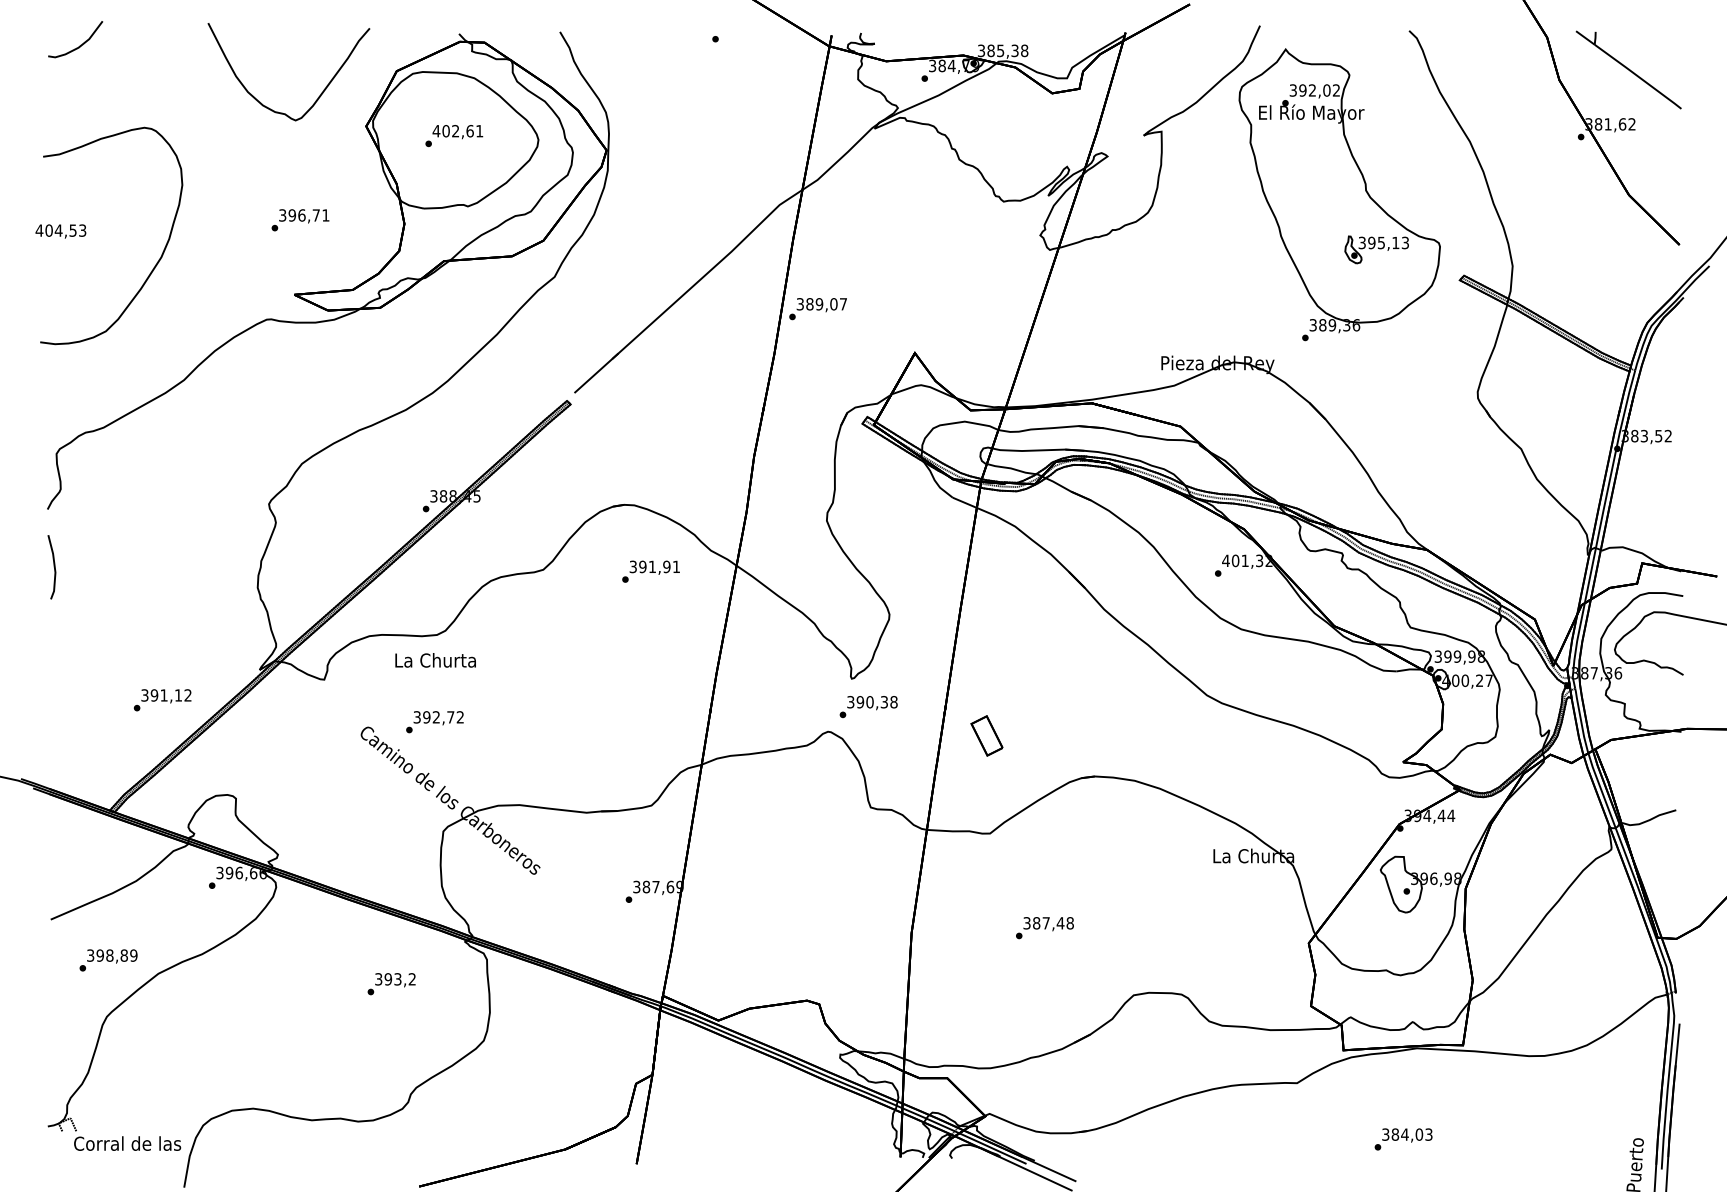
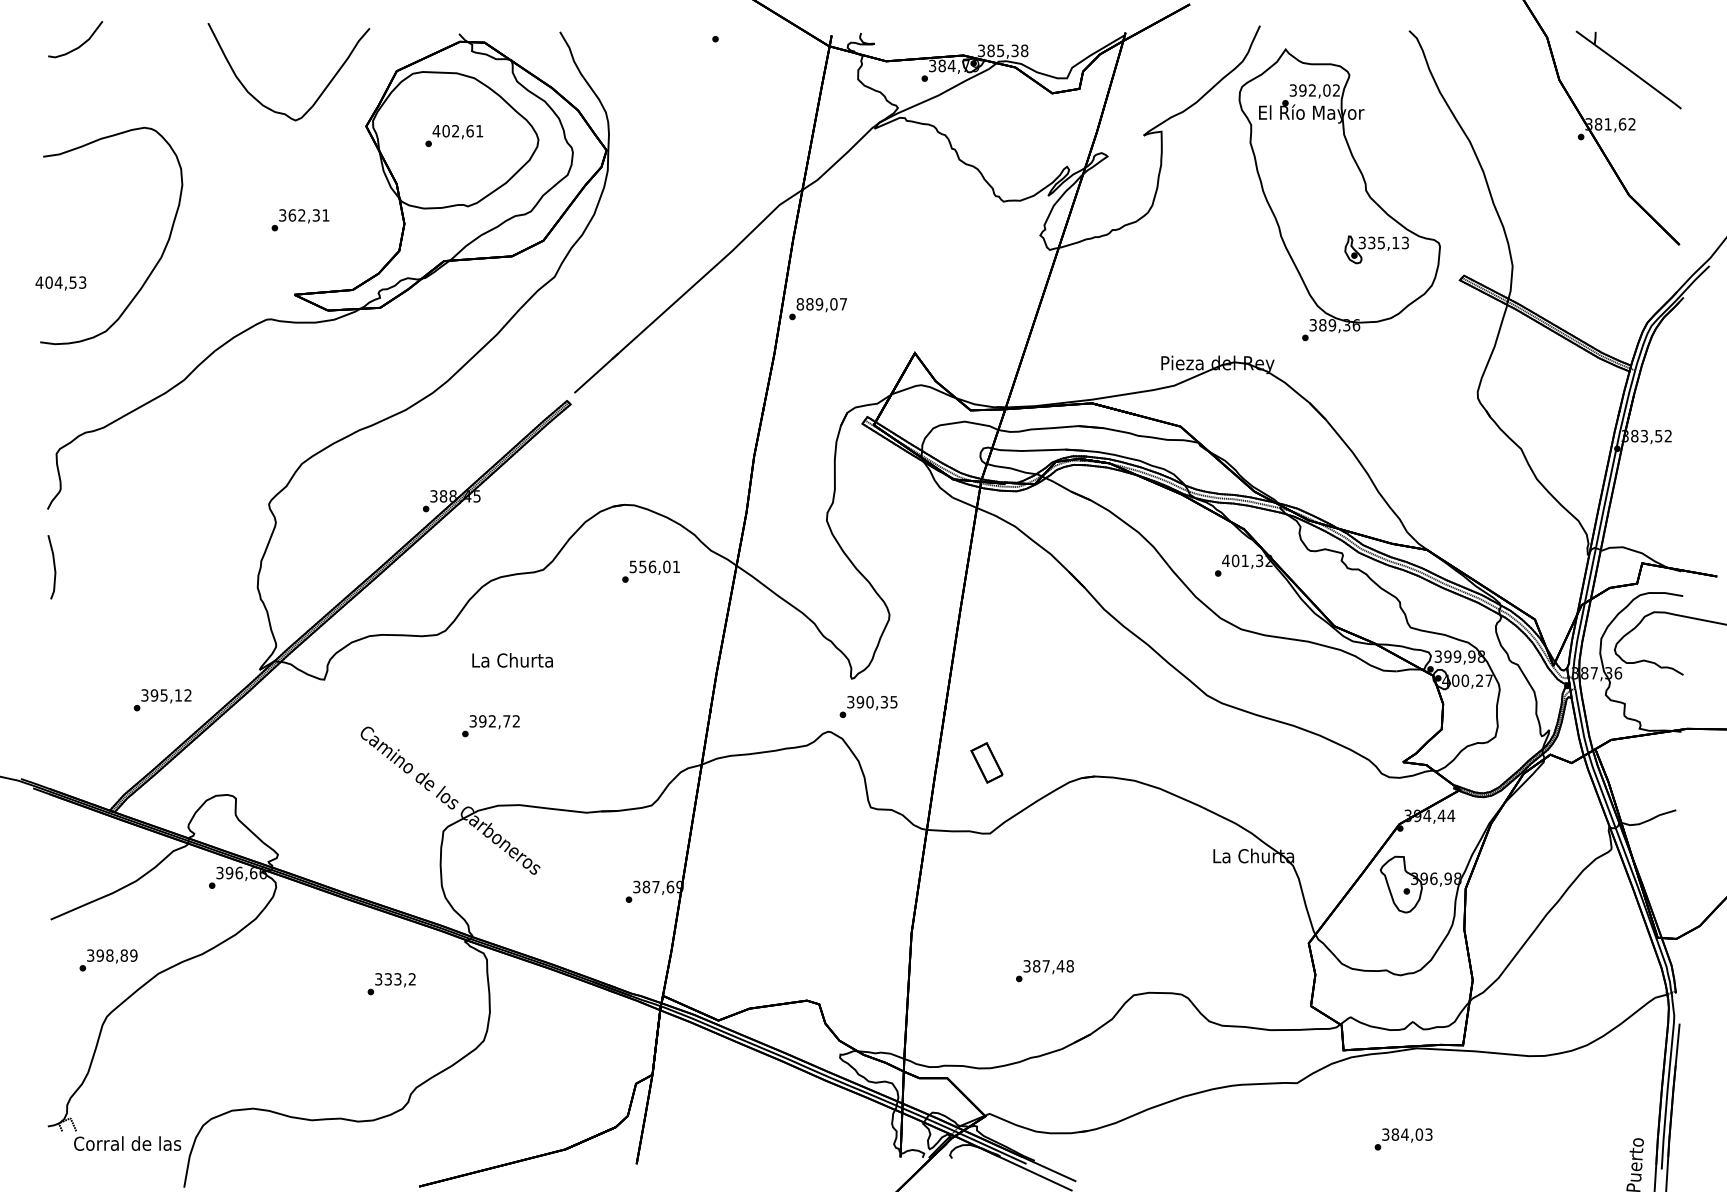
text at (303, 215): 396,71 -> 362,31
text at (60, 231) position: (60, 231) -> (60, 283)
text at (1371, 242): 395,13 -> 335,13
text at (800, 304): 389,07 -> 889,07
text at (650, 566): 391,91 -> 556,01
text at (435, 660) position: (435, 660) -> (512, 660)
text at (163, 695): 391,12 -> 395,12
text at (893, 702): 390,38 -> 390,35
text at (434, 722) position: (434, 722) -> (490, 726)
part at (986, 735) position: (986, 735) -> (986, 762)
text at (1044, 928) position: (1044, 928) -> (1044, 971)
text at (388, 979): 393,2 -> 333,2
